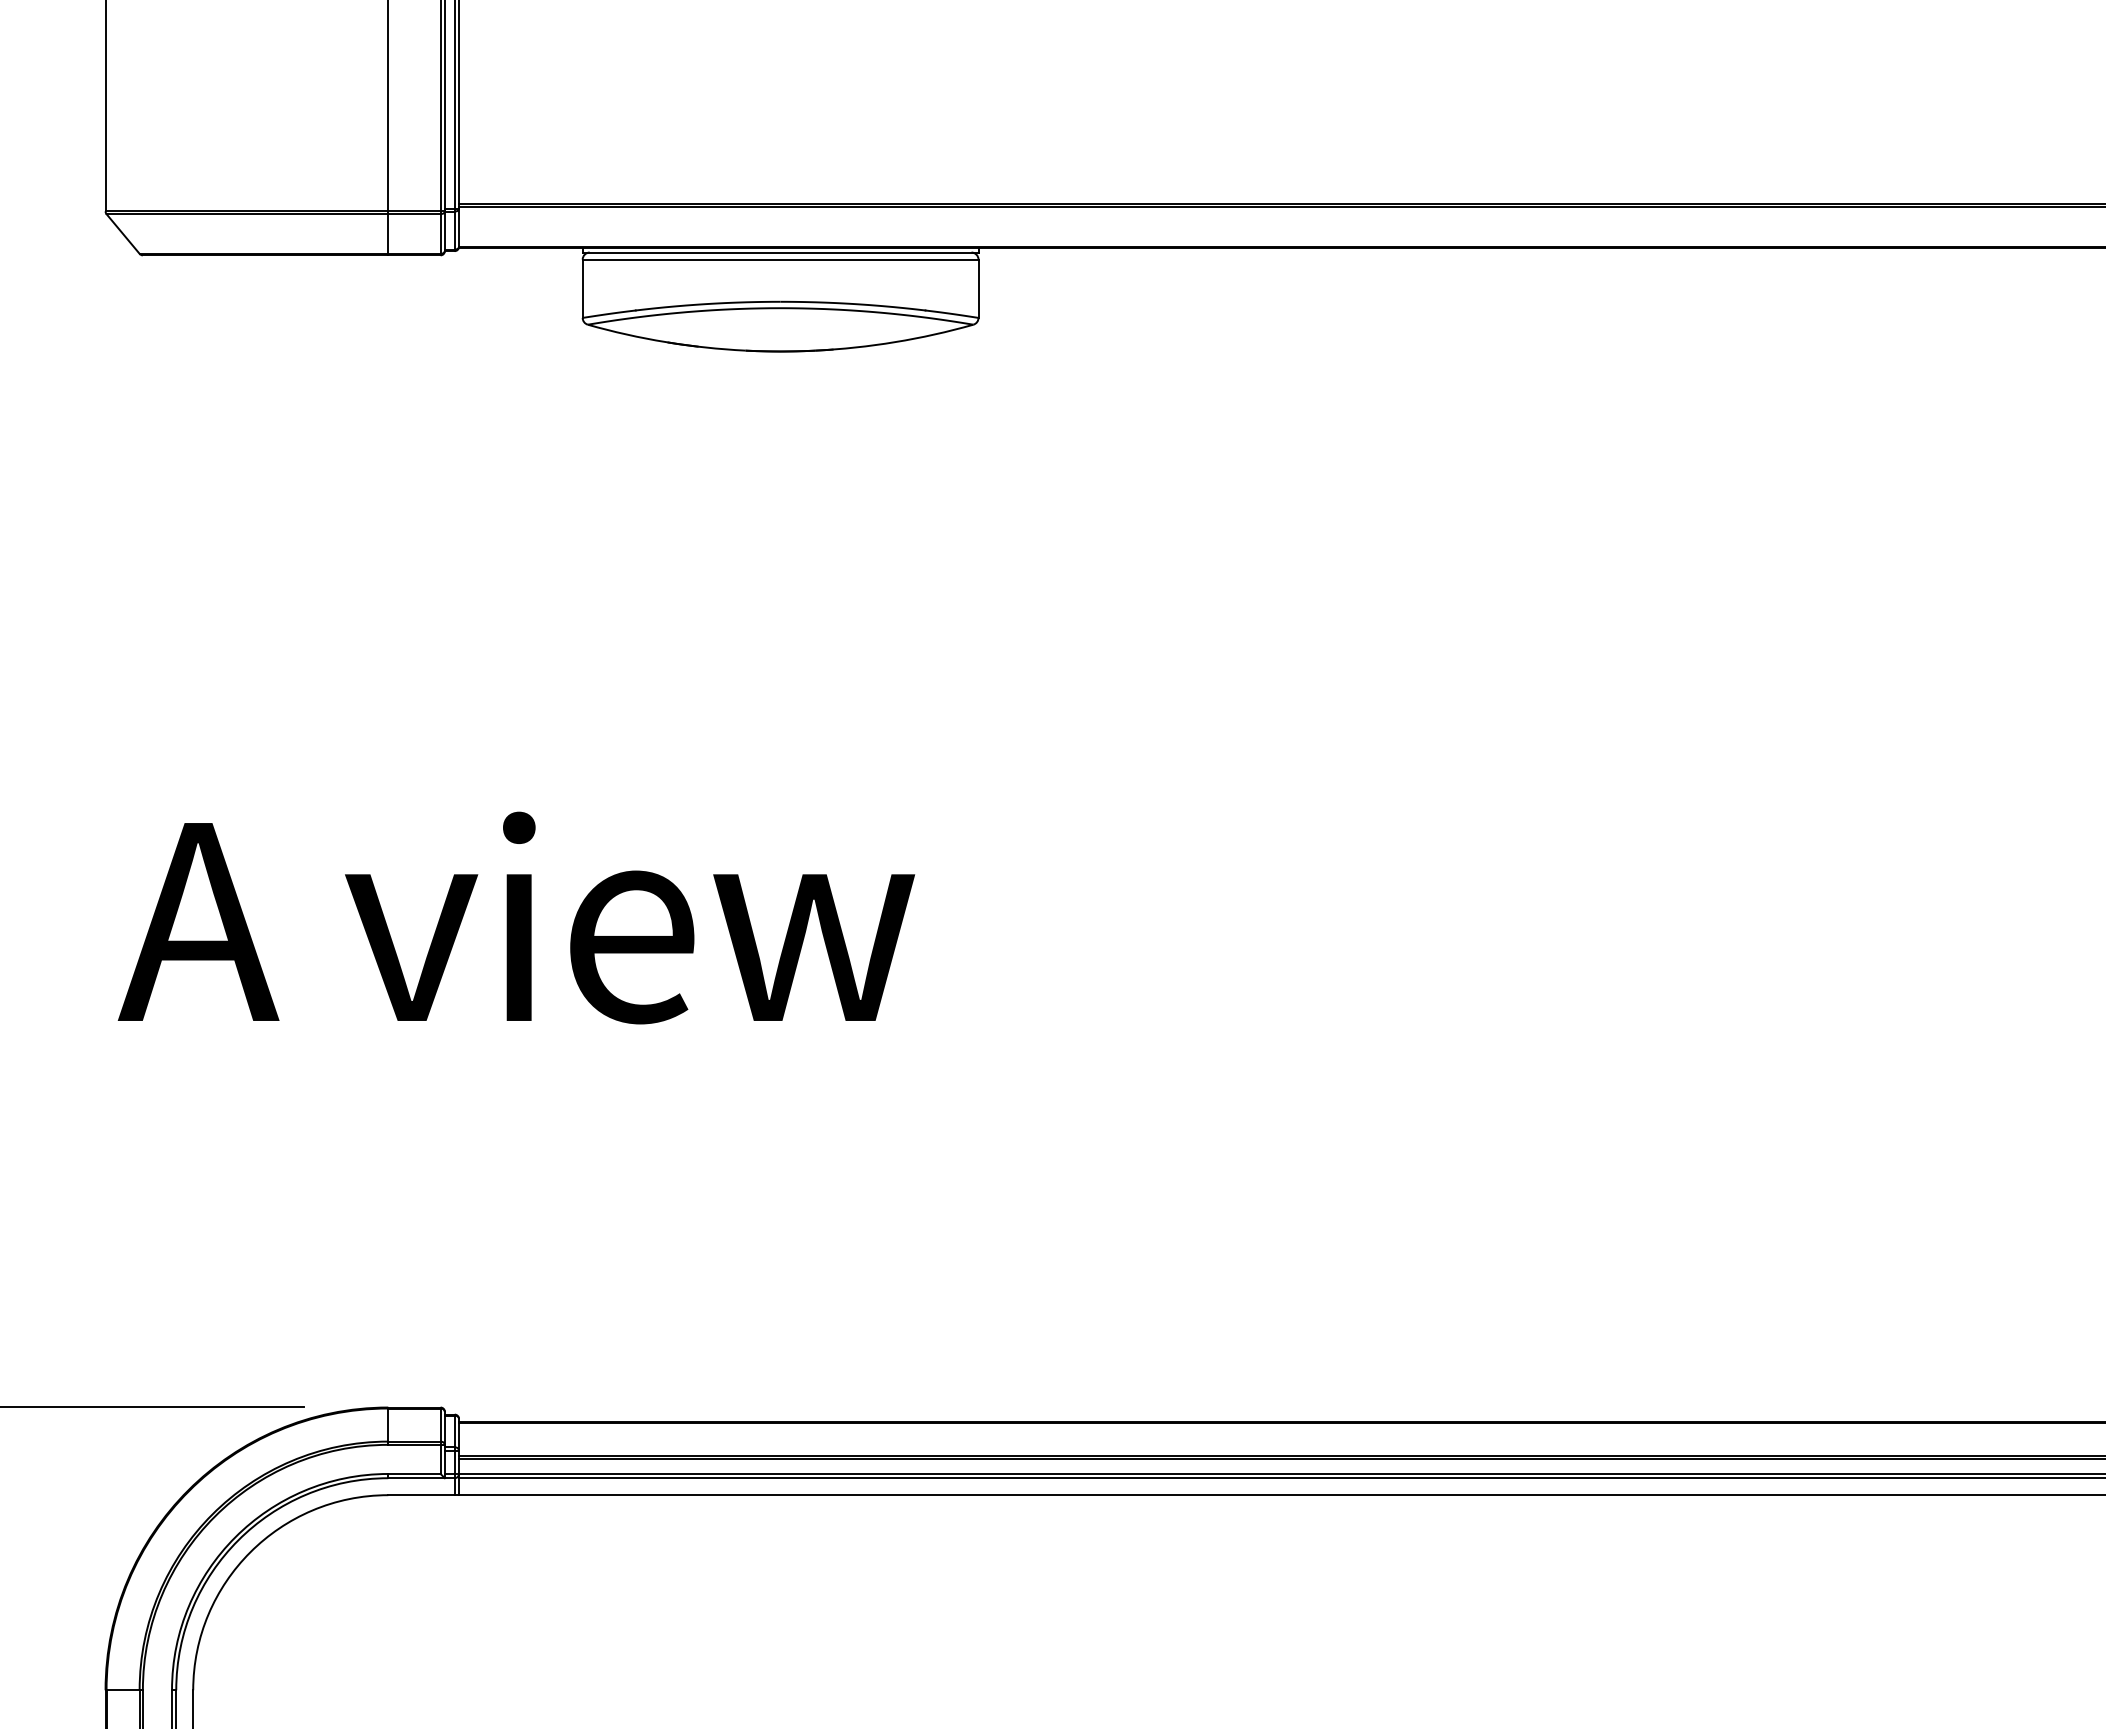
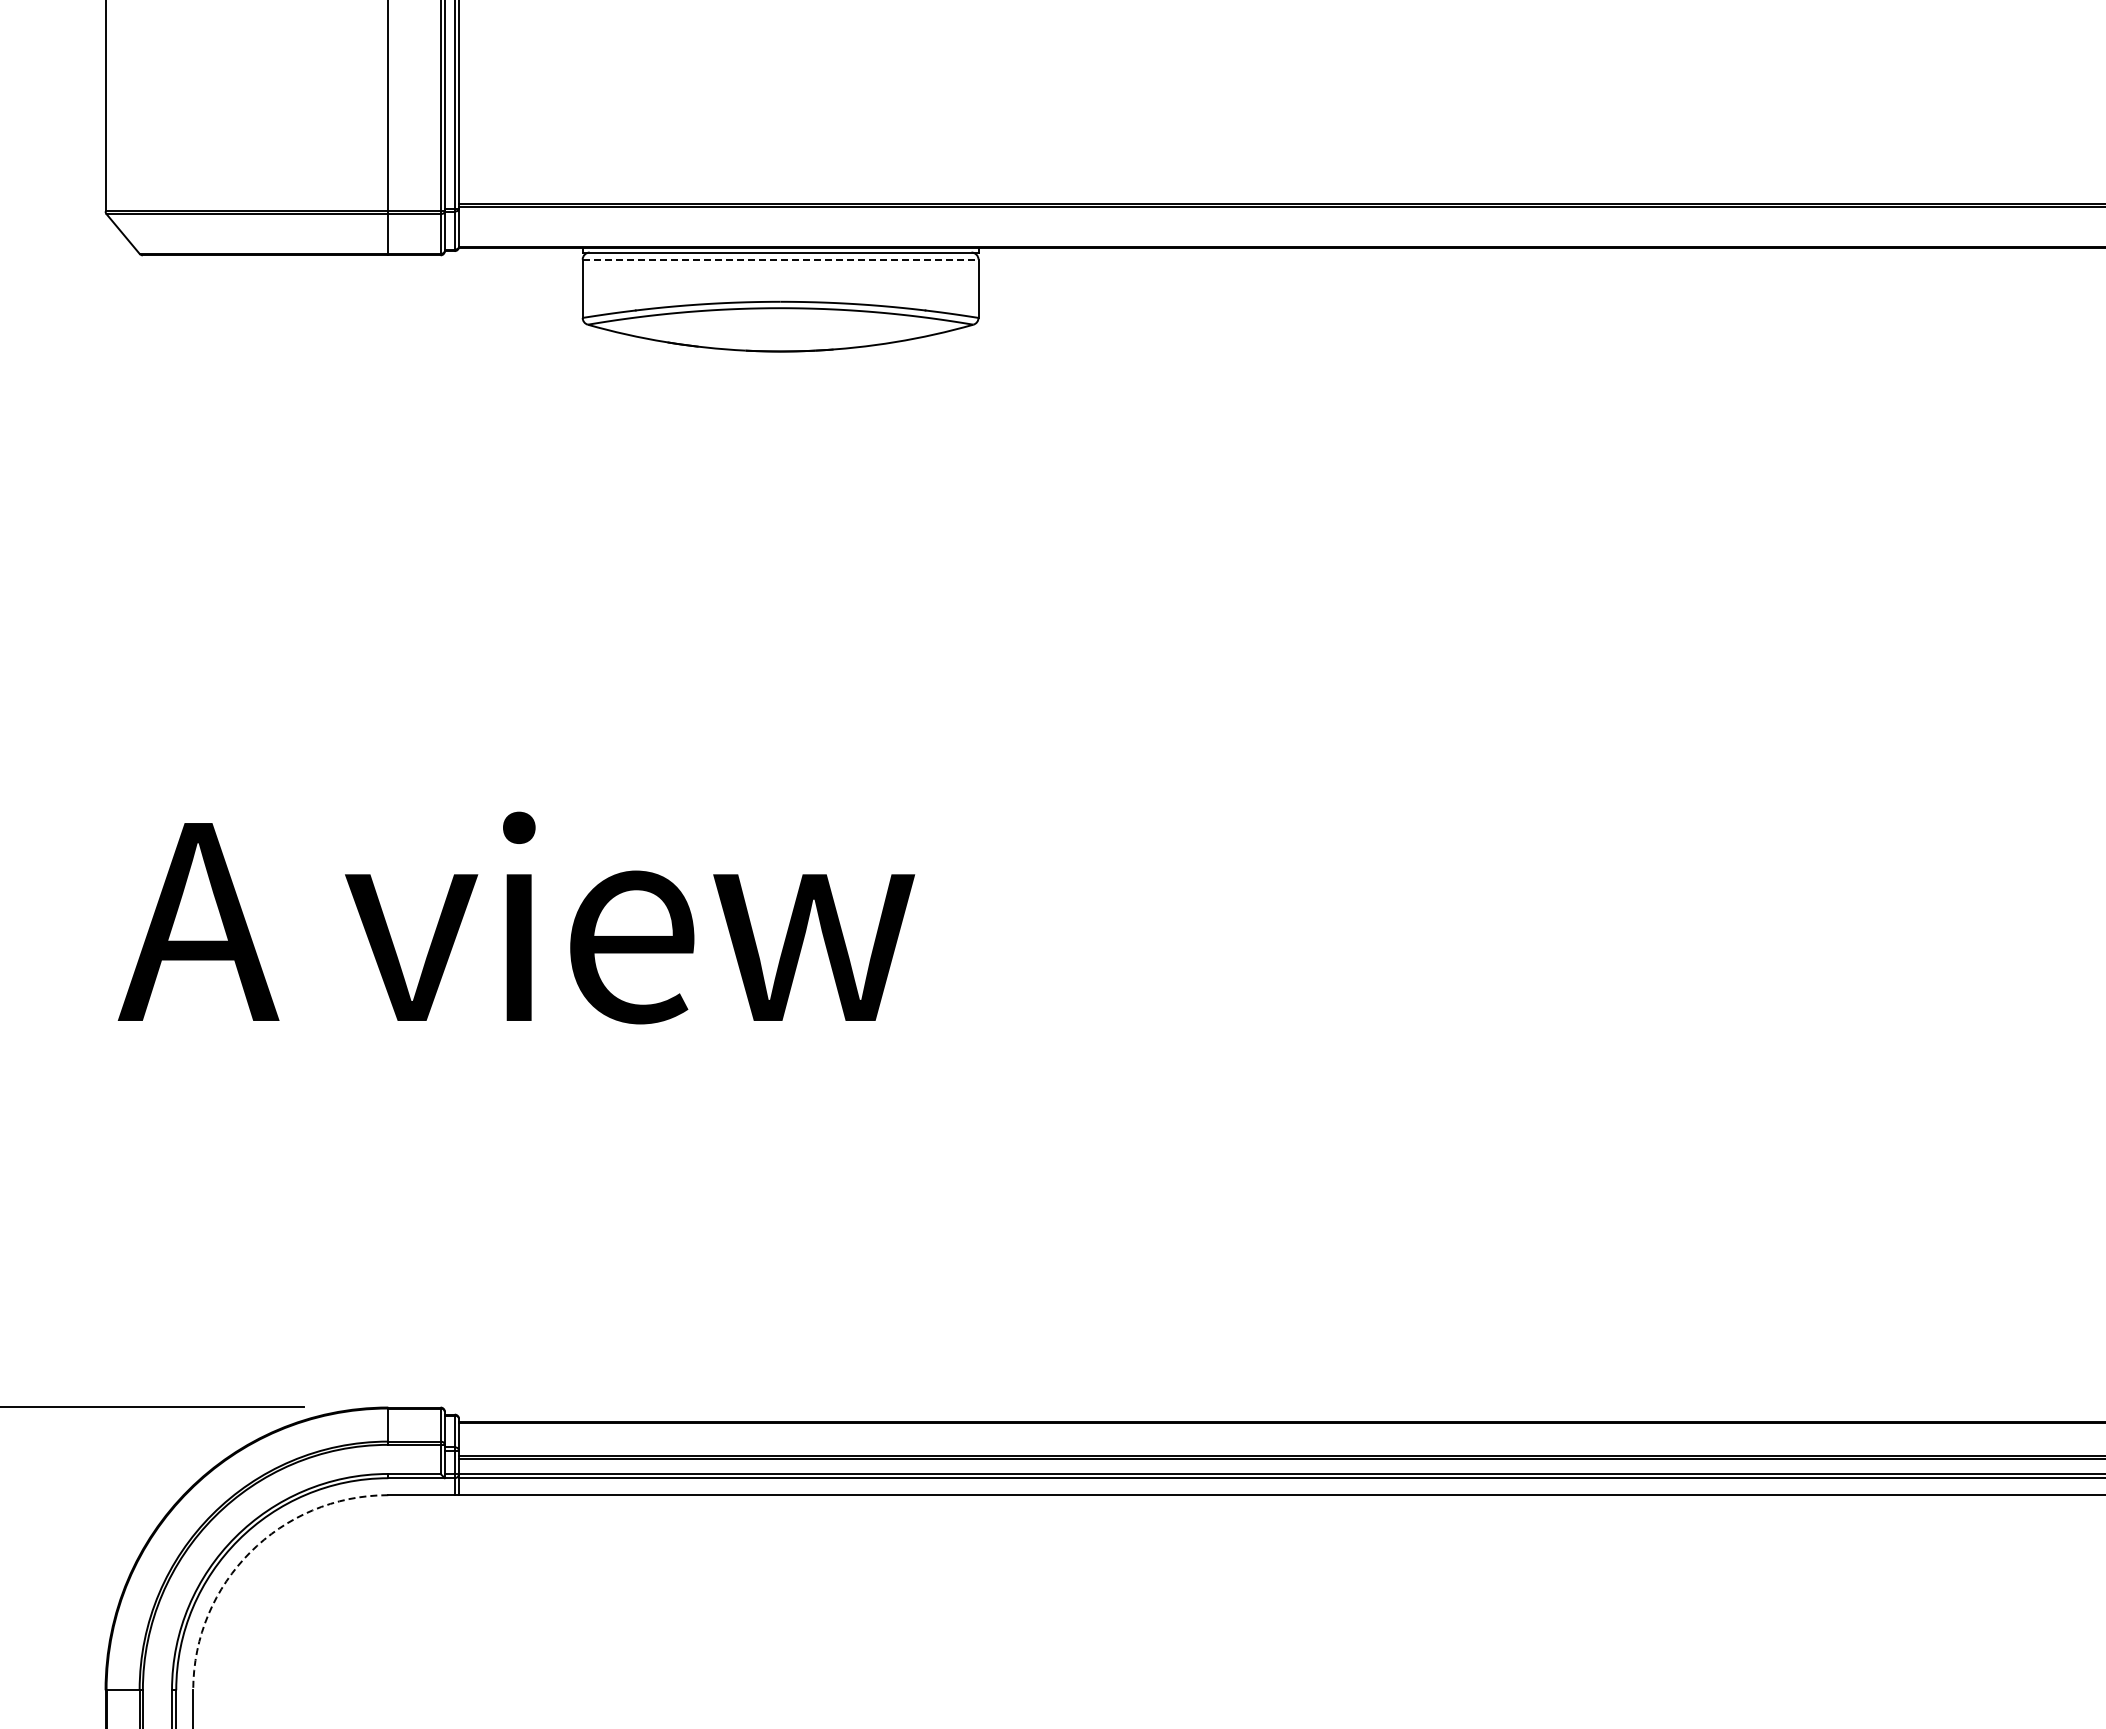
line at (780, 259): solid -> dashed
arc at (250, 1552): solid -> dashed
